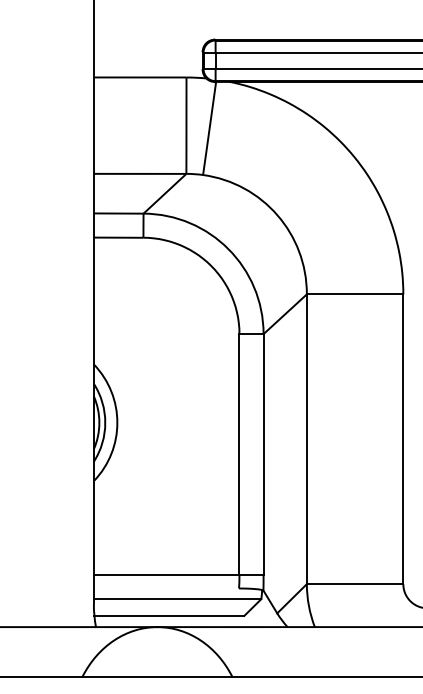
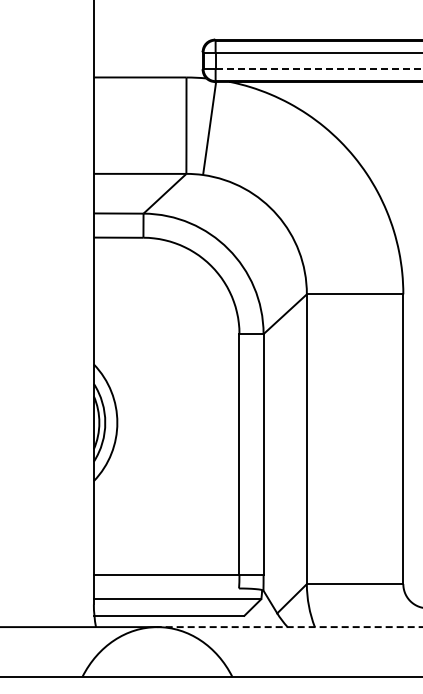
line at (319, 69): solid -> dashed
line at (289, 627): solid -> dashed
